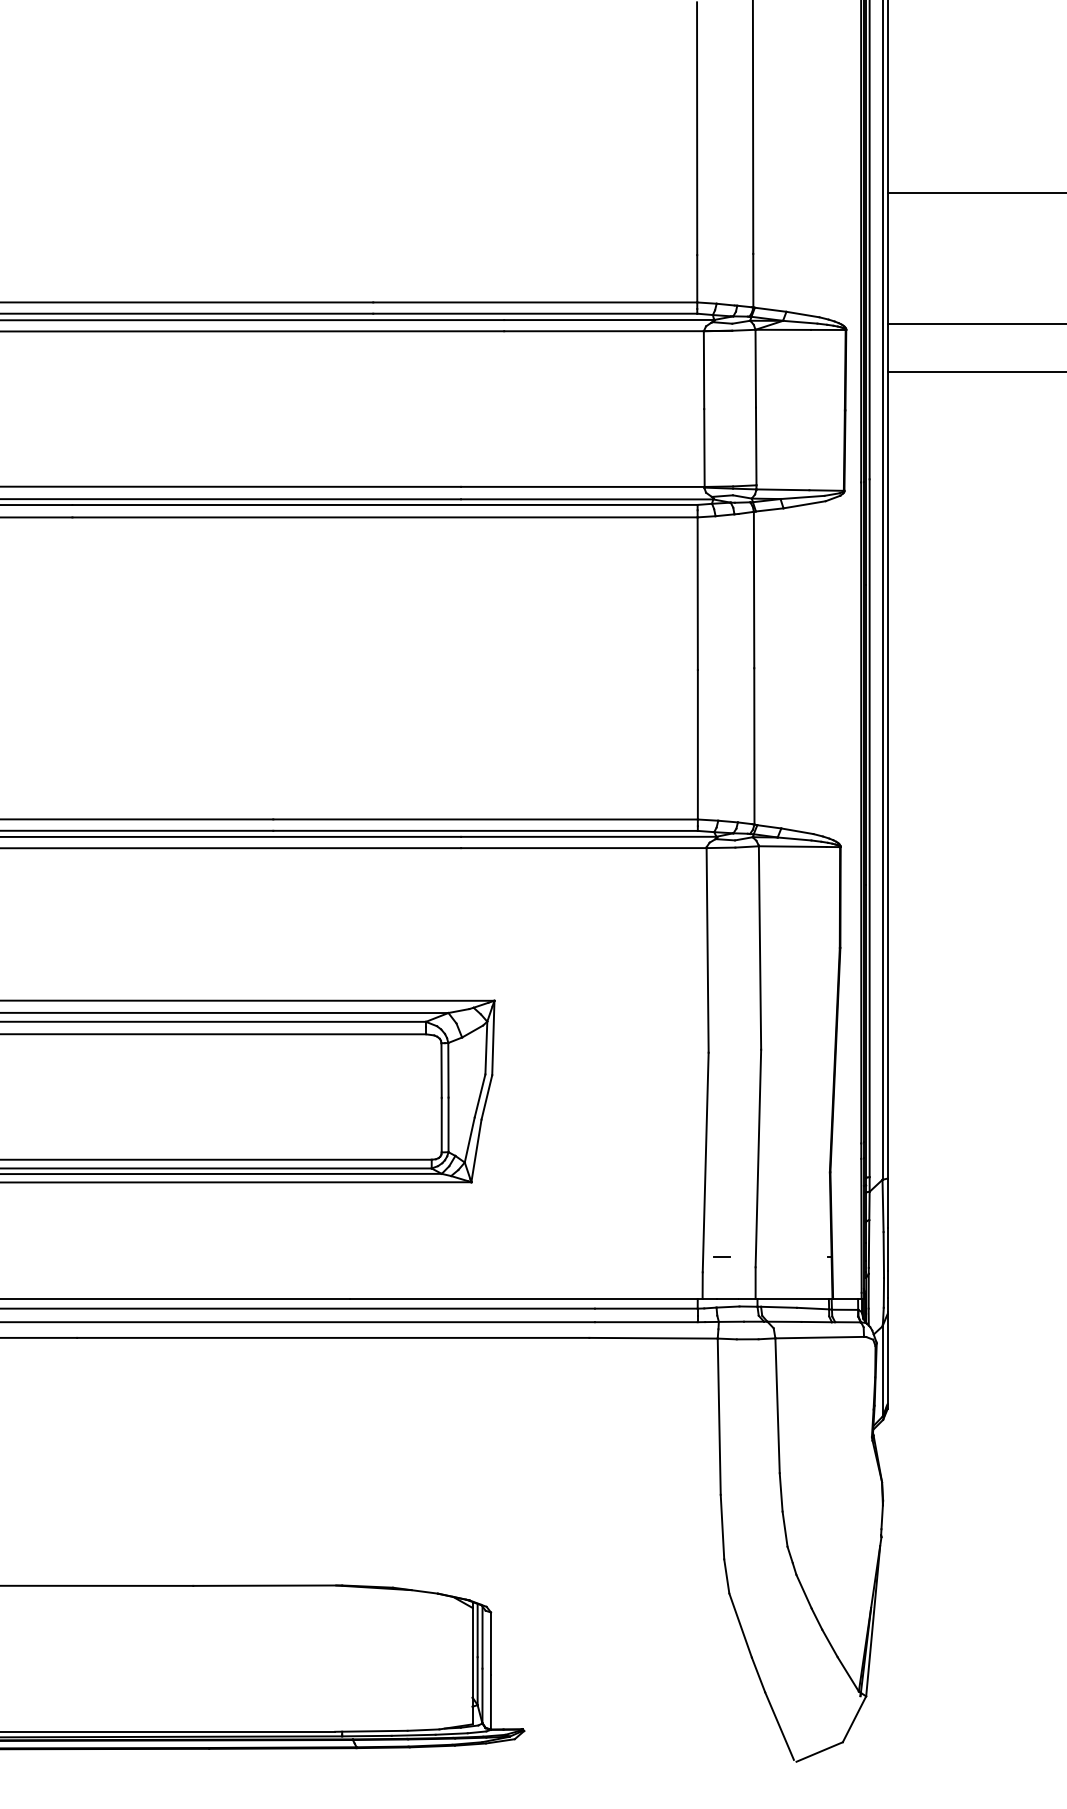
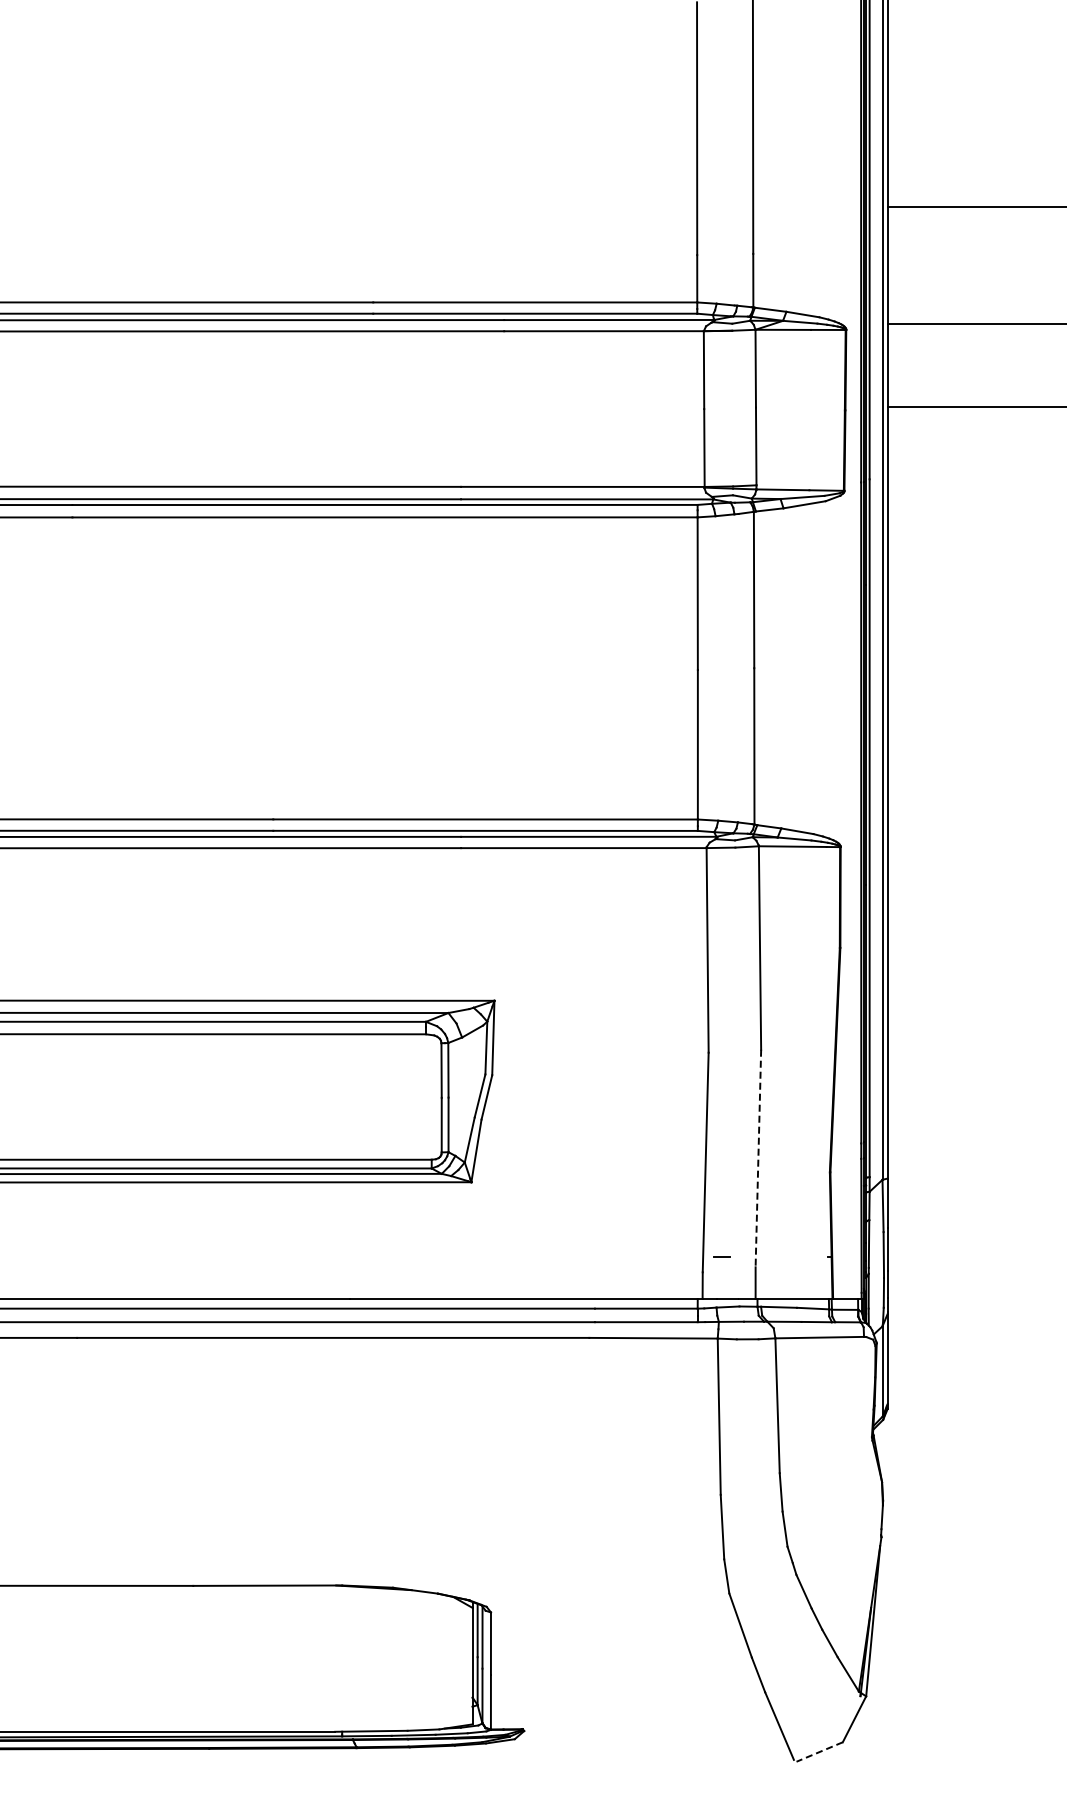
line at (975, 193) position: (975, 193) -> (975, 207)
line at (975, 371) position: (975, 371) -> (975, 406)
line at (758, 1158): solid -> dashed
line at (819, 1752): solid -> dashed
